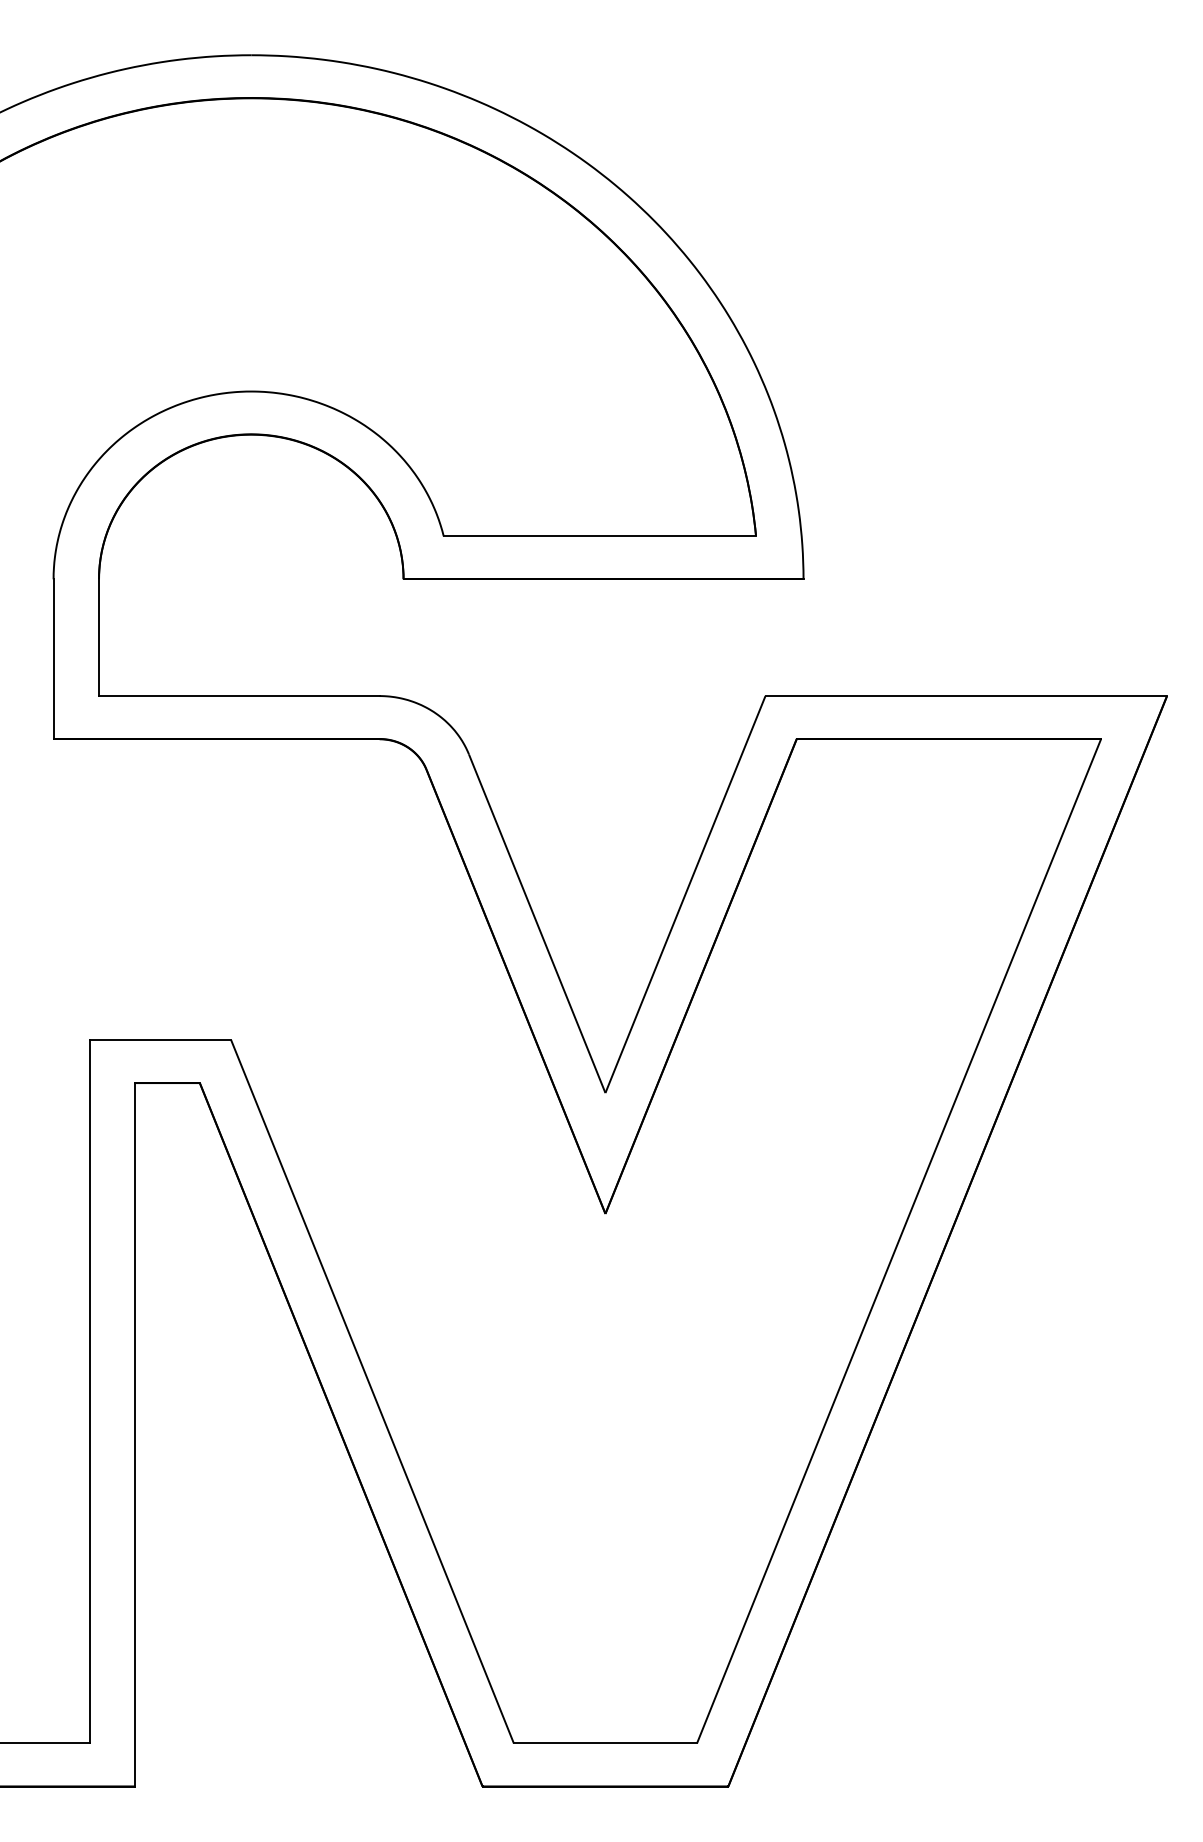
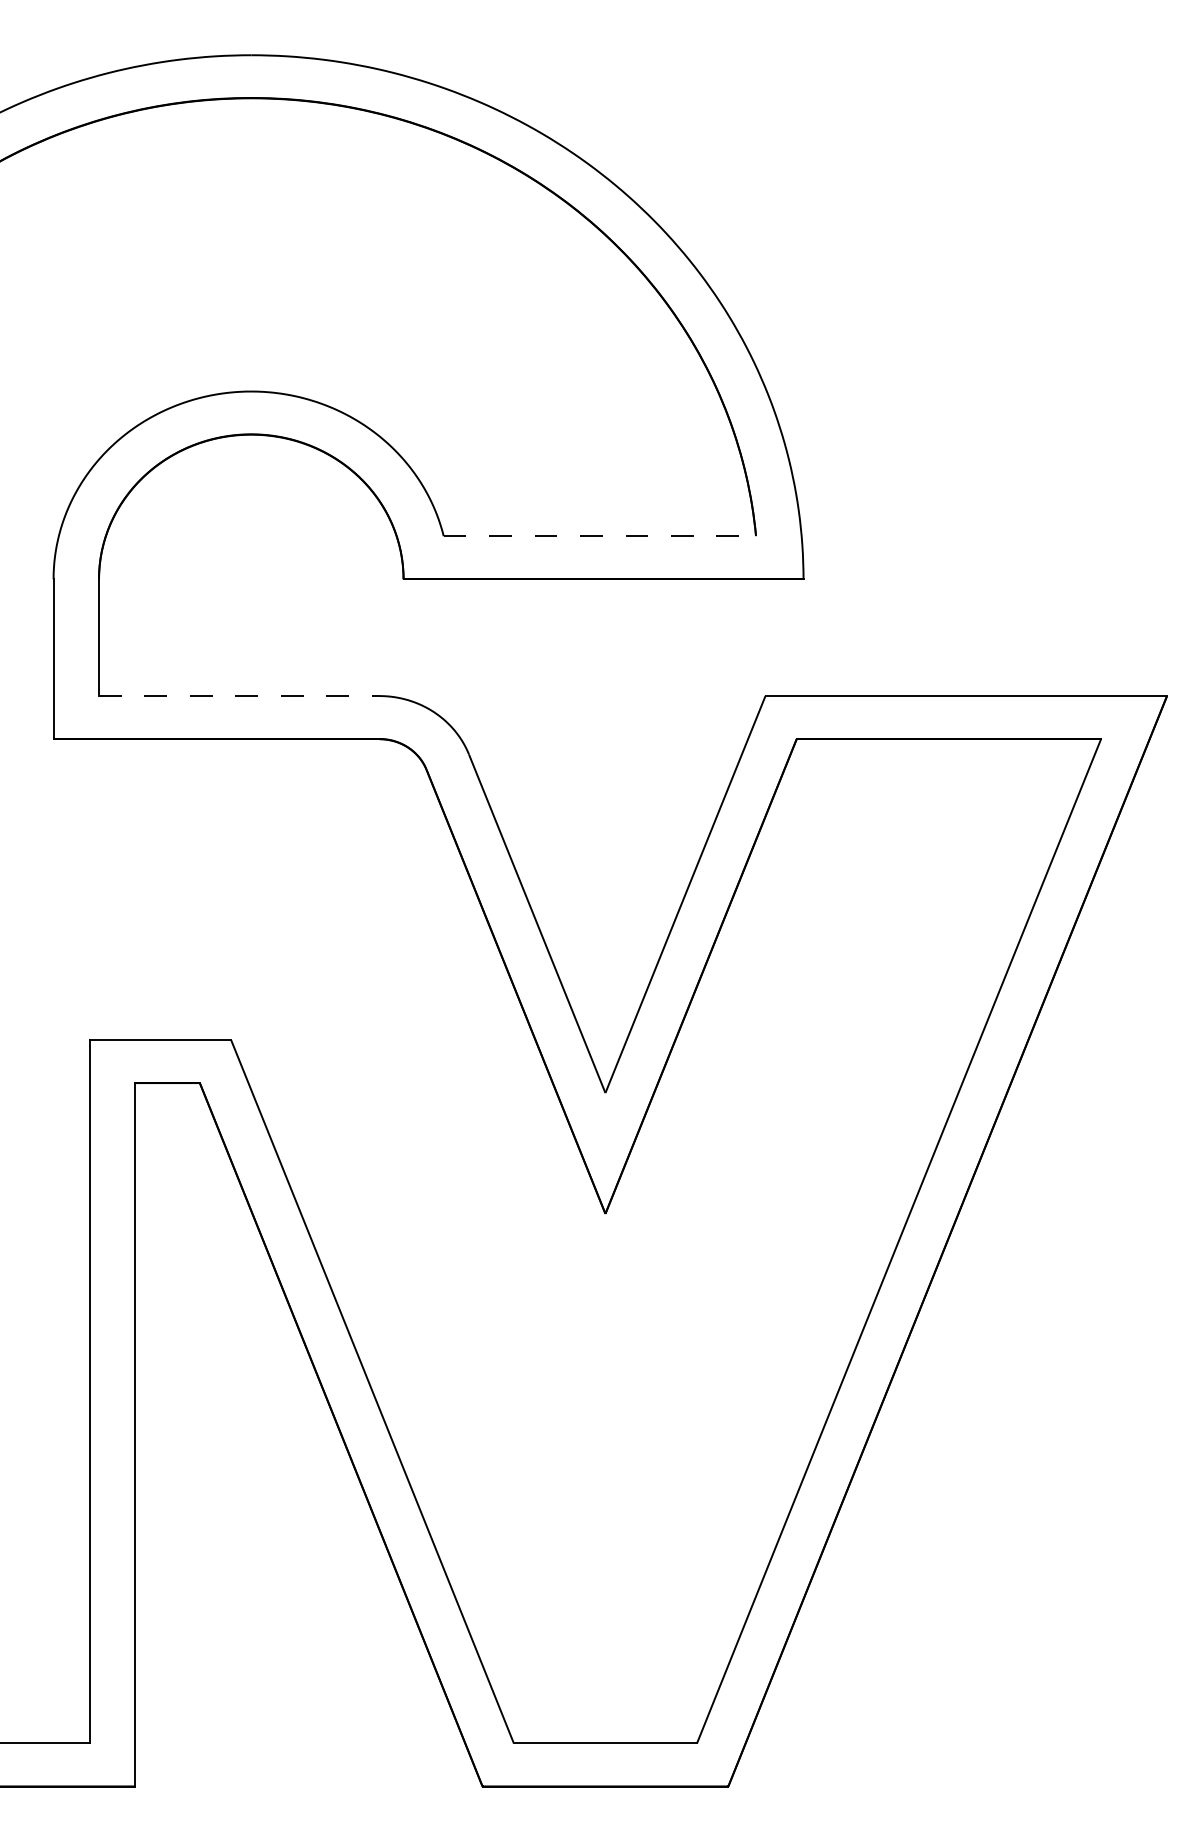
line at (600, 536): solid -> dashed
line at (239, 696): solid -> dashed
